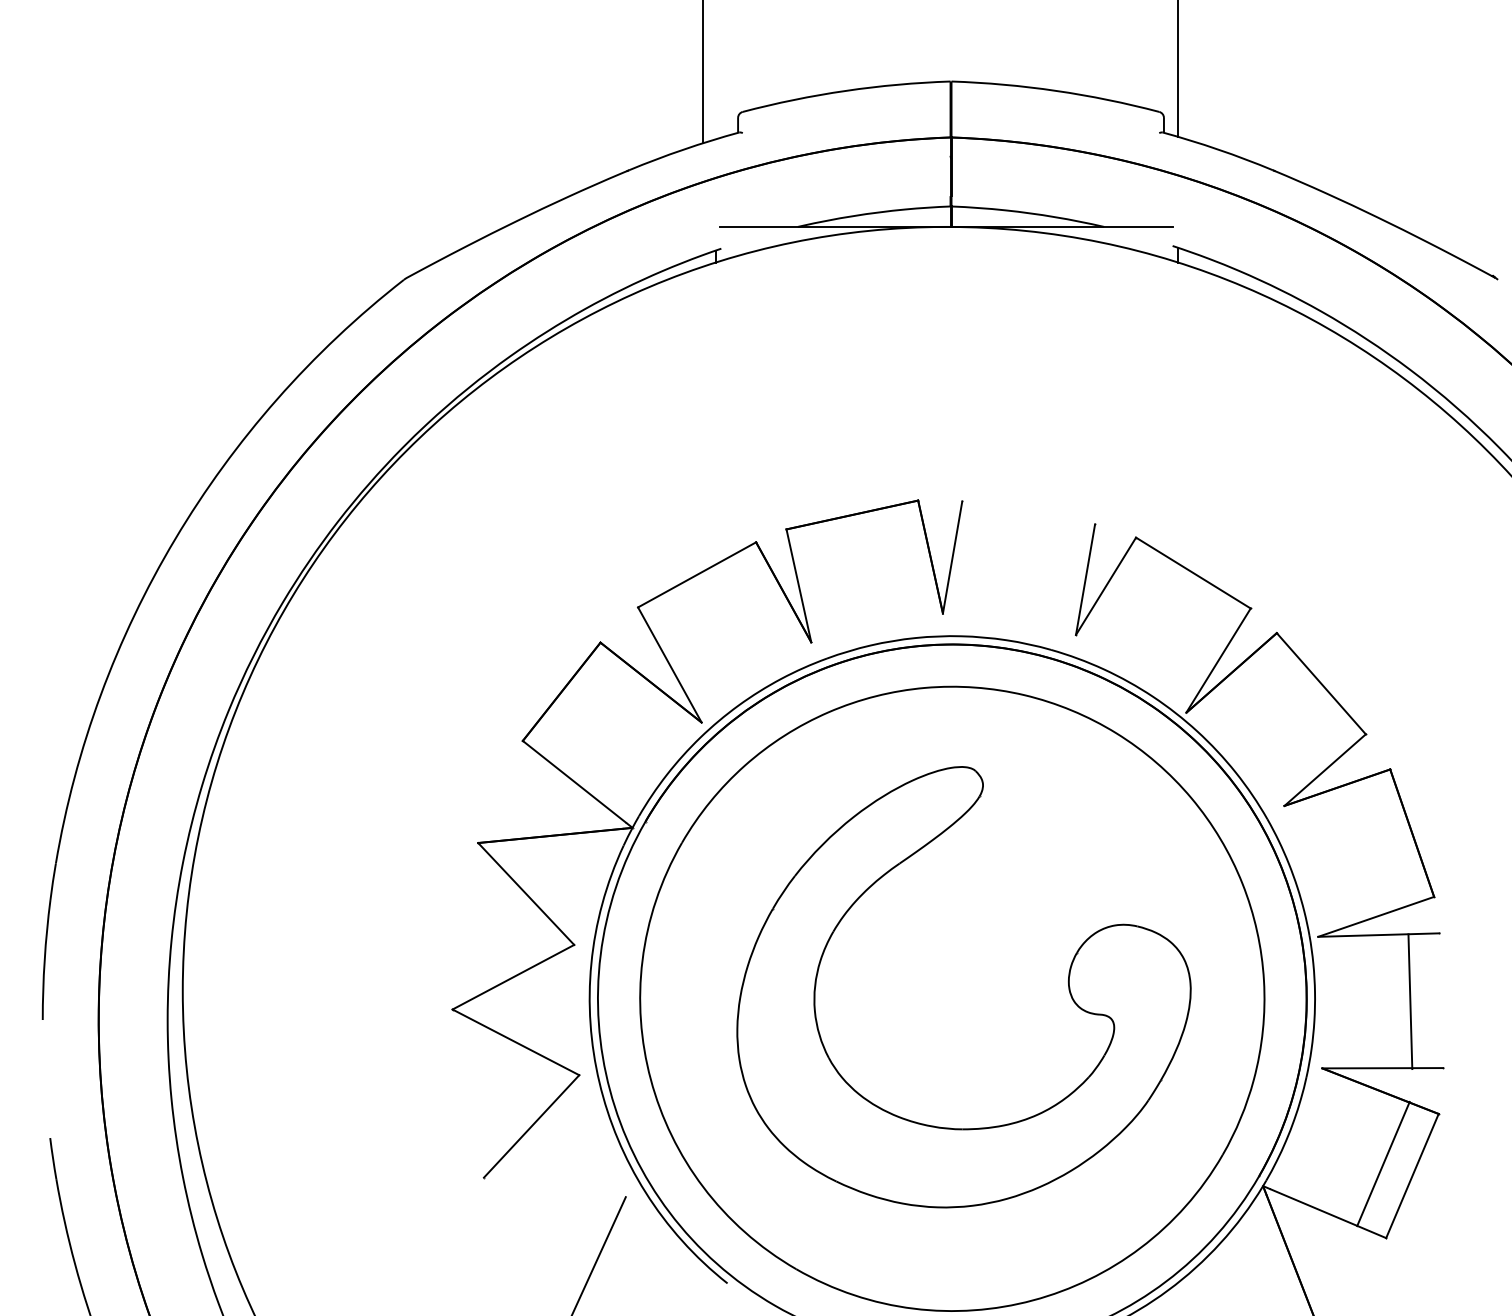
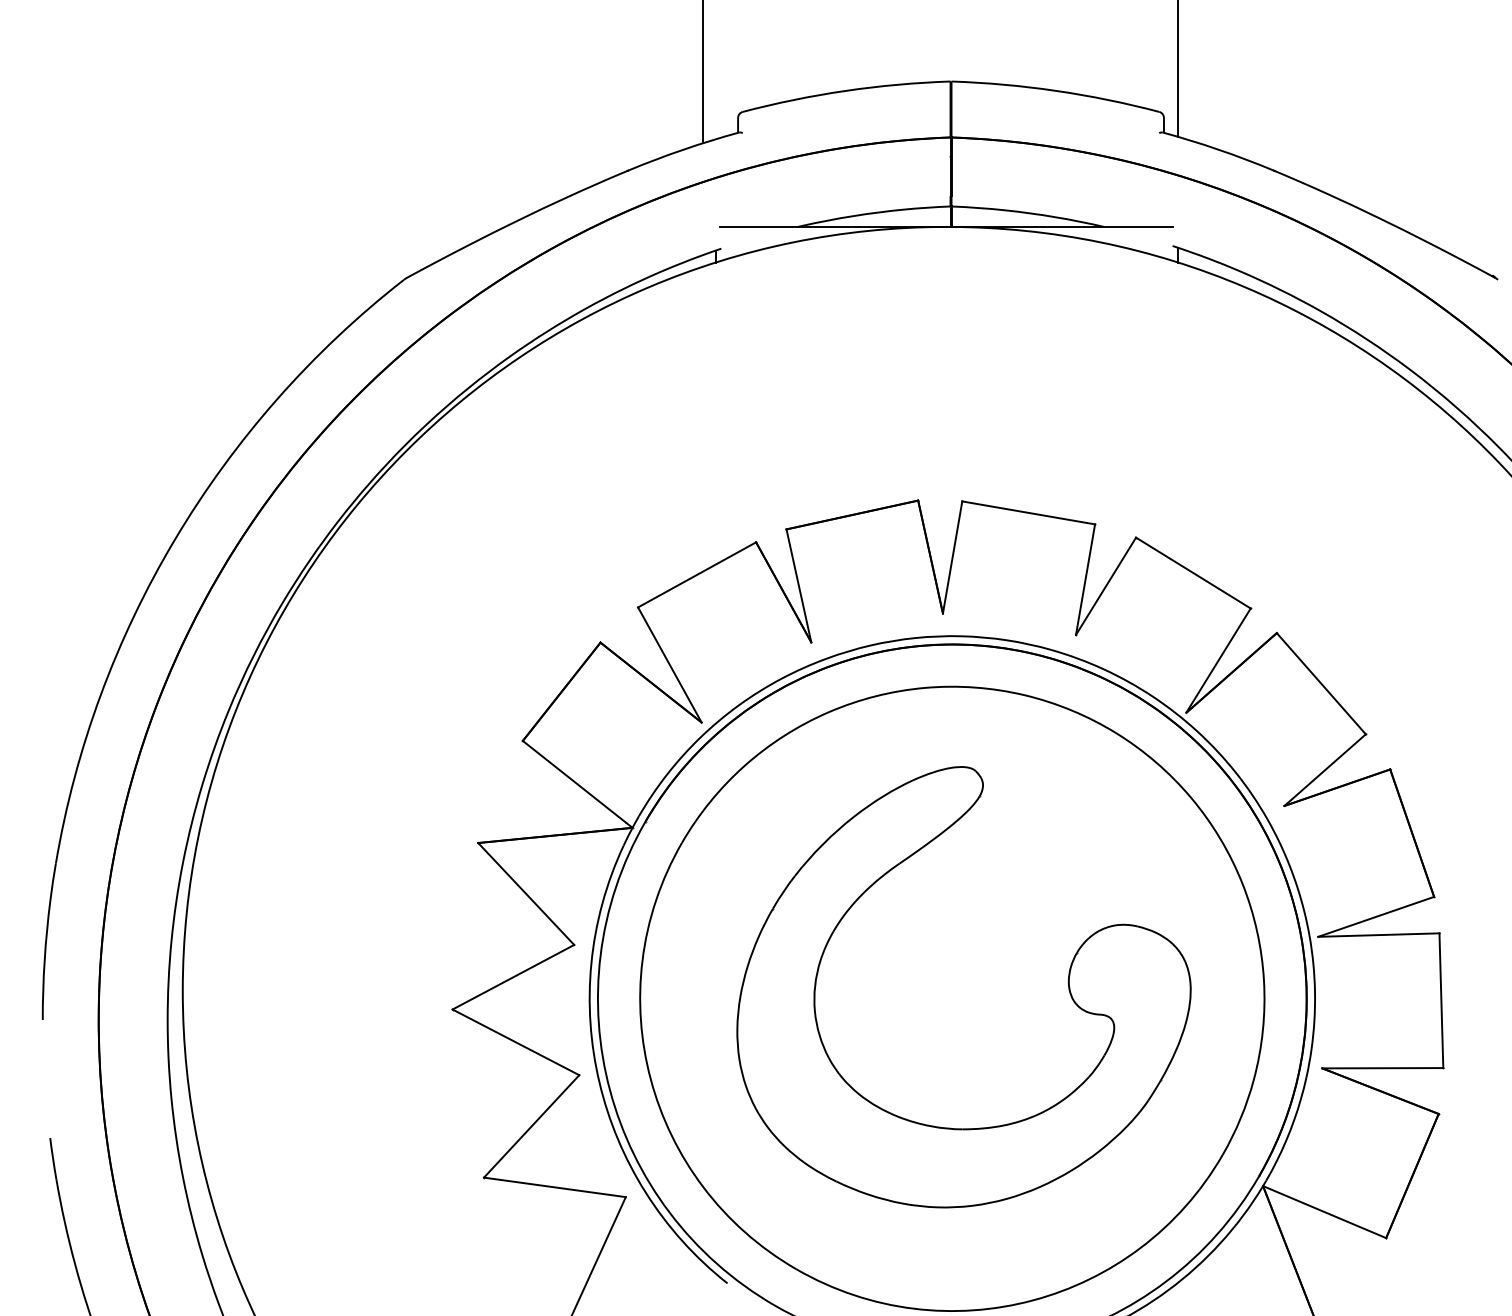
line at (1028, 512): none -> present
line at (1410, 1001) position: (1410, 1001) -> (1441, 1000)
line at (1383, 1163) position: (1383, 1163) -> (1412, 1175)
line at (554, 1187): none -> present
